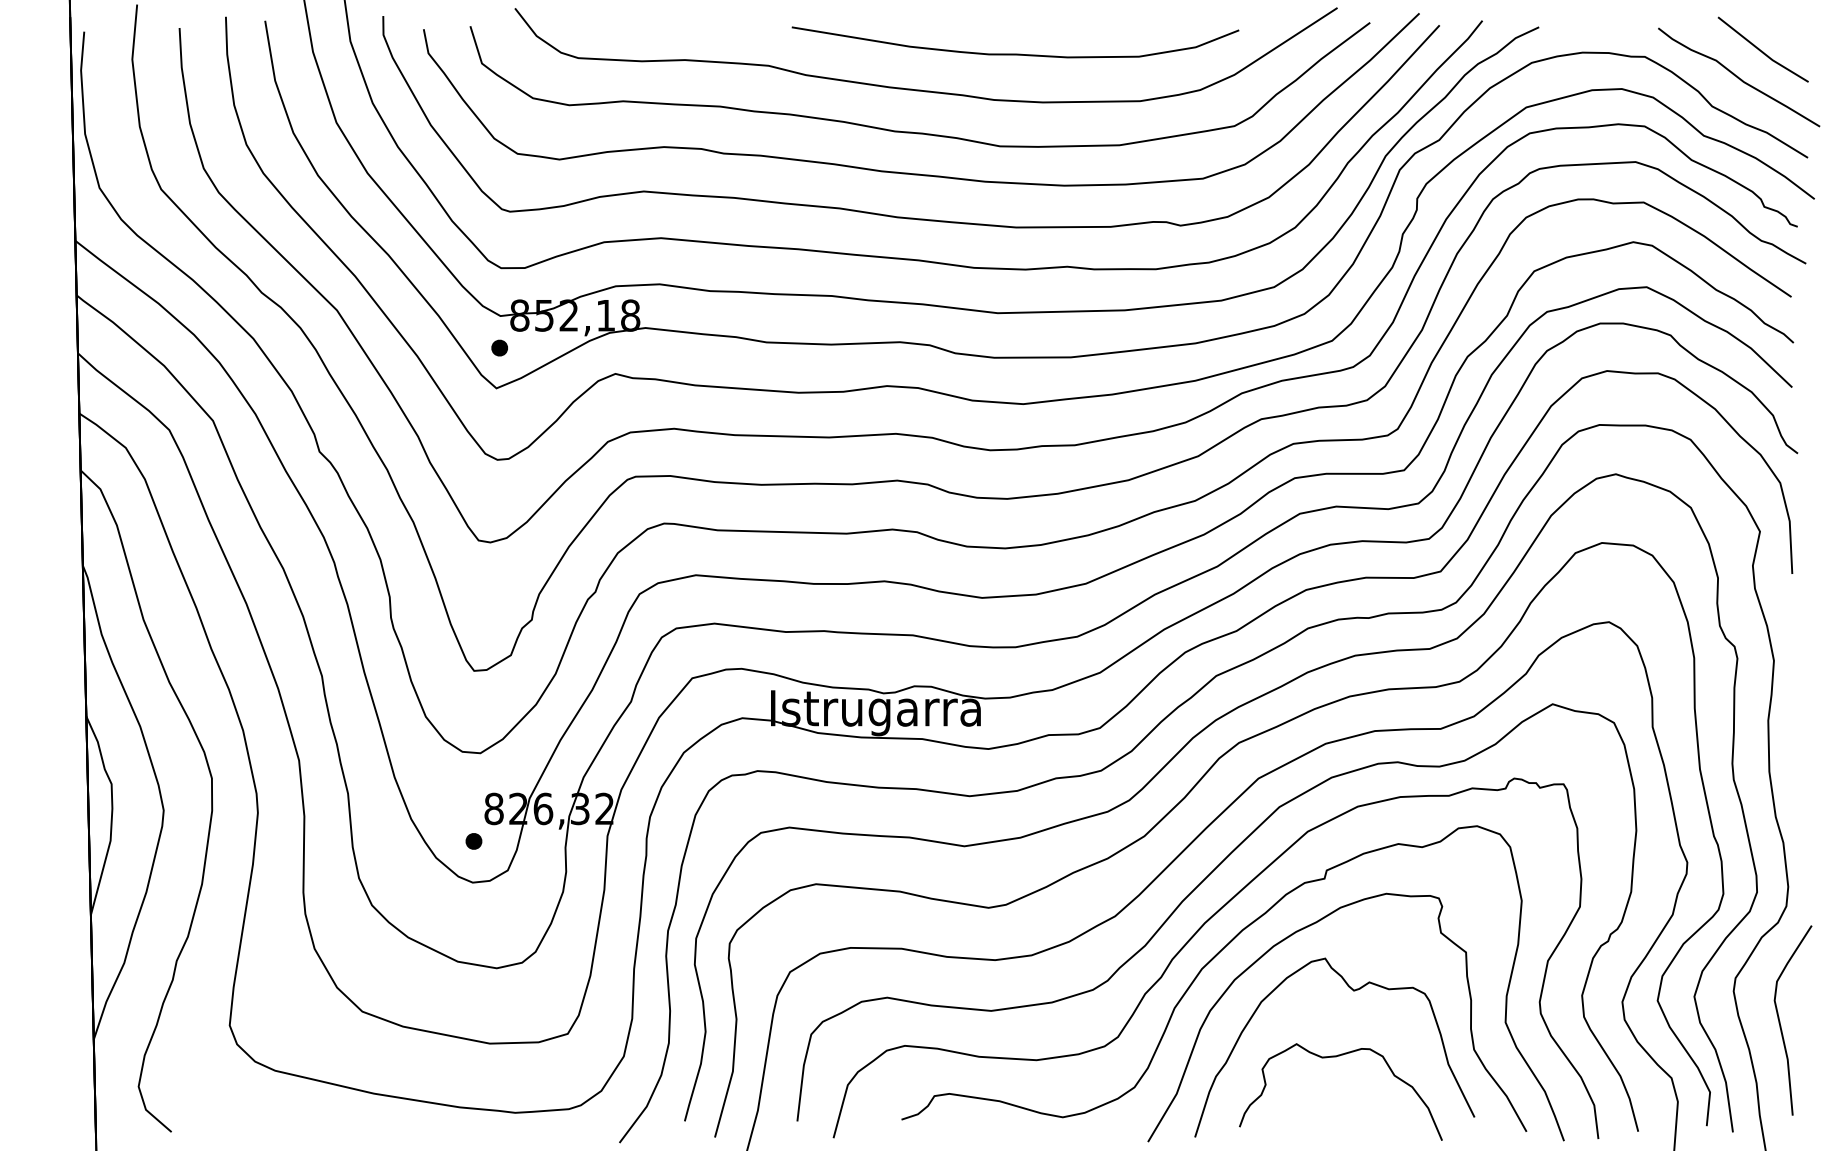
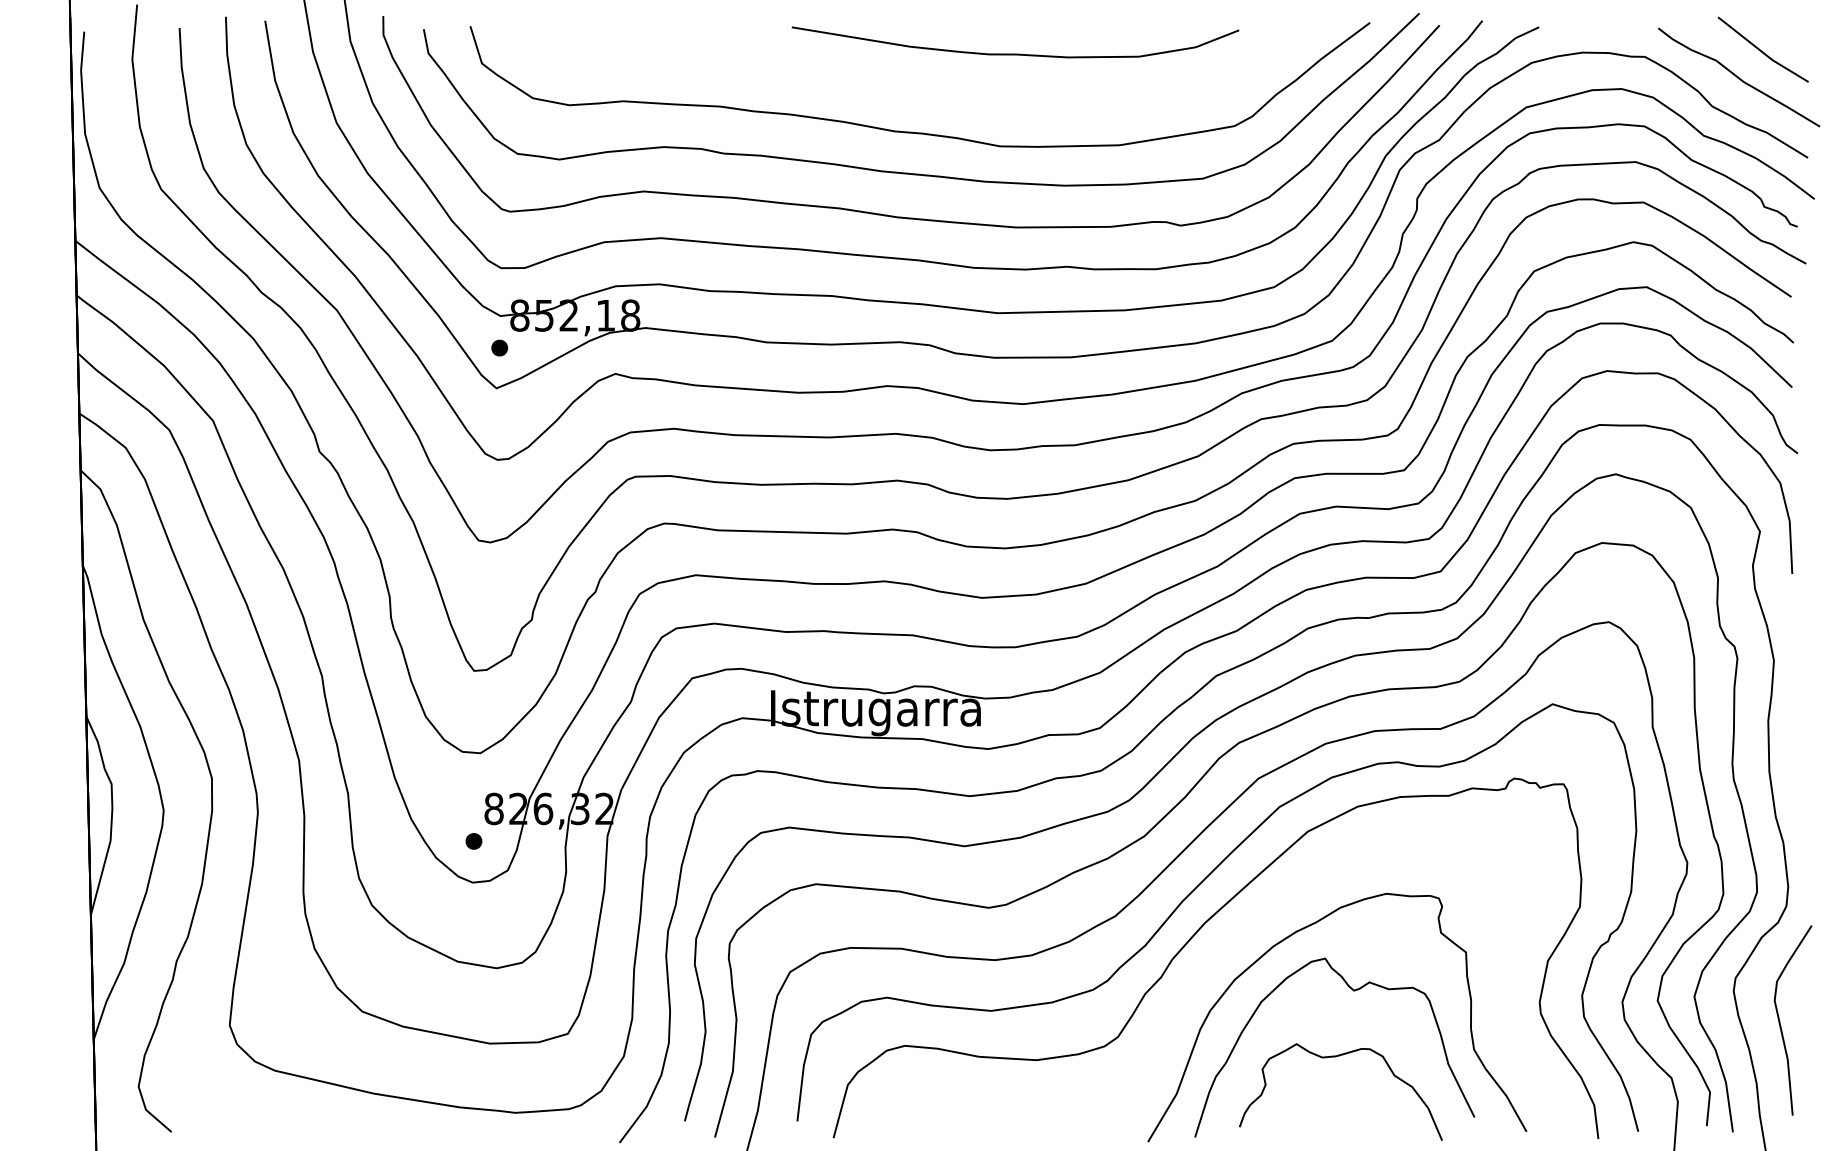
curve at (921, 89): present -> none
part at (1211, 961): present -> none
